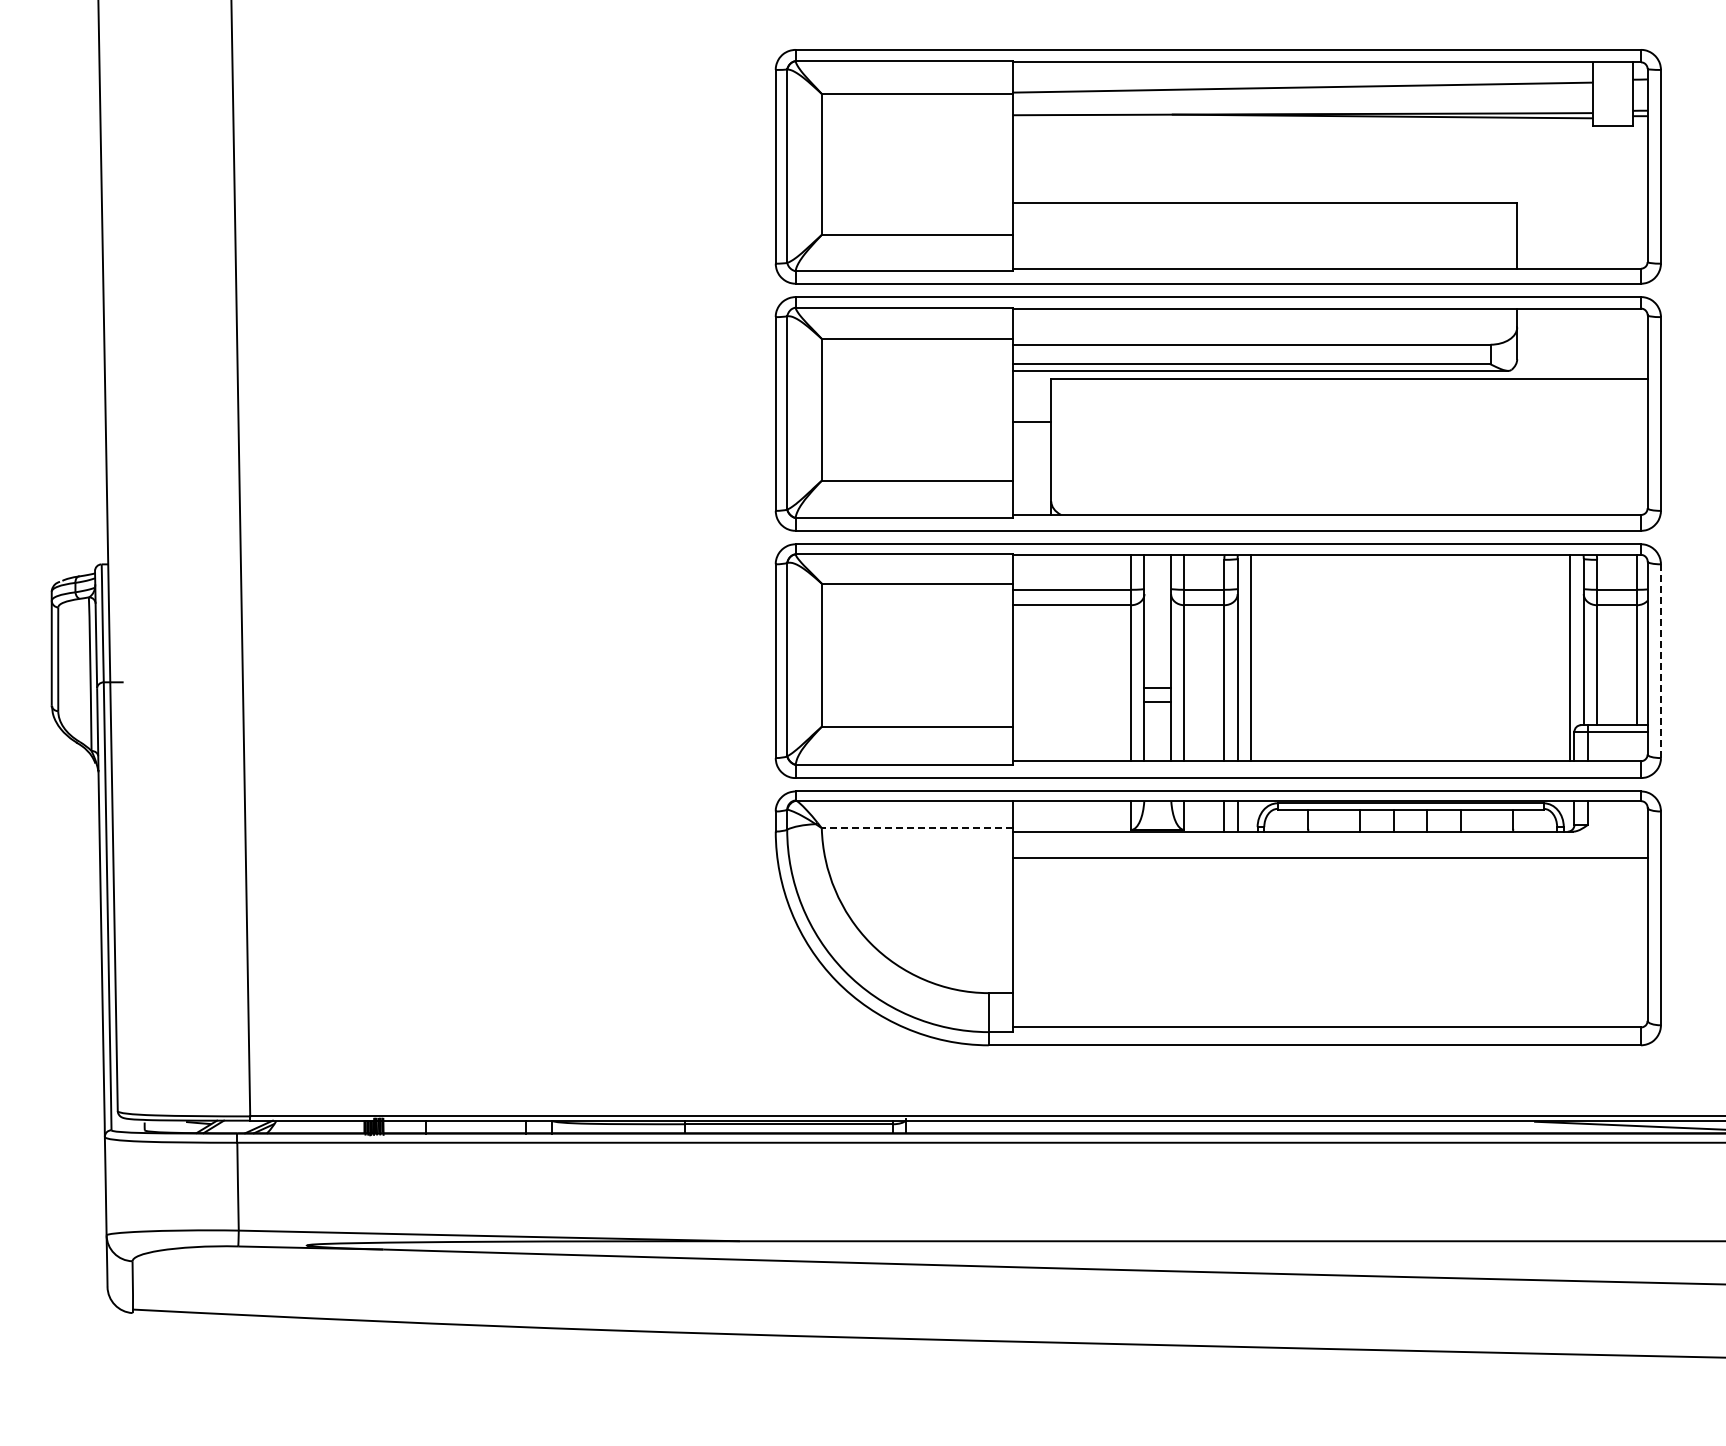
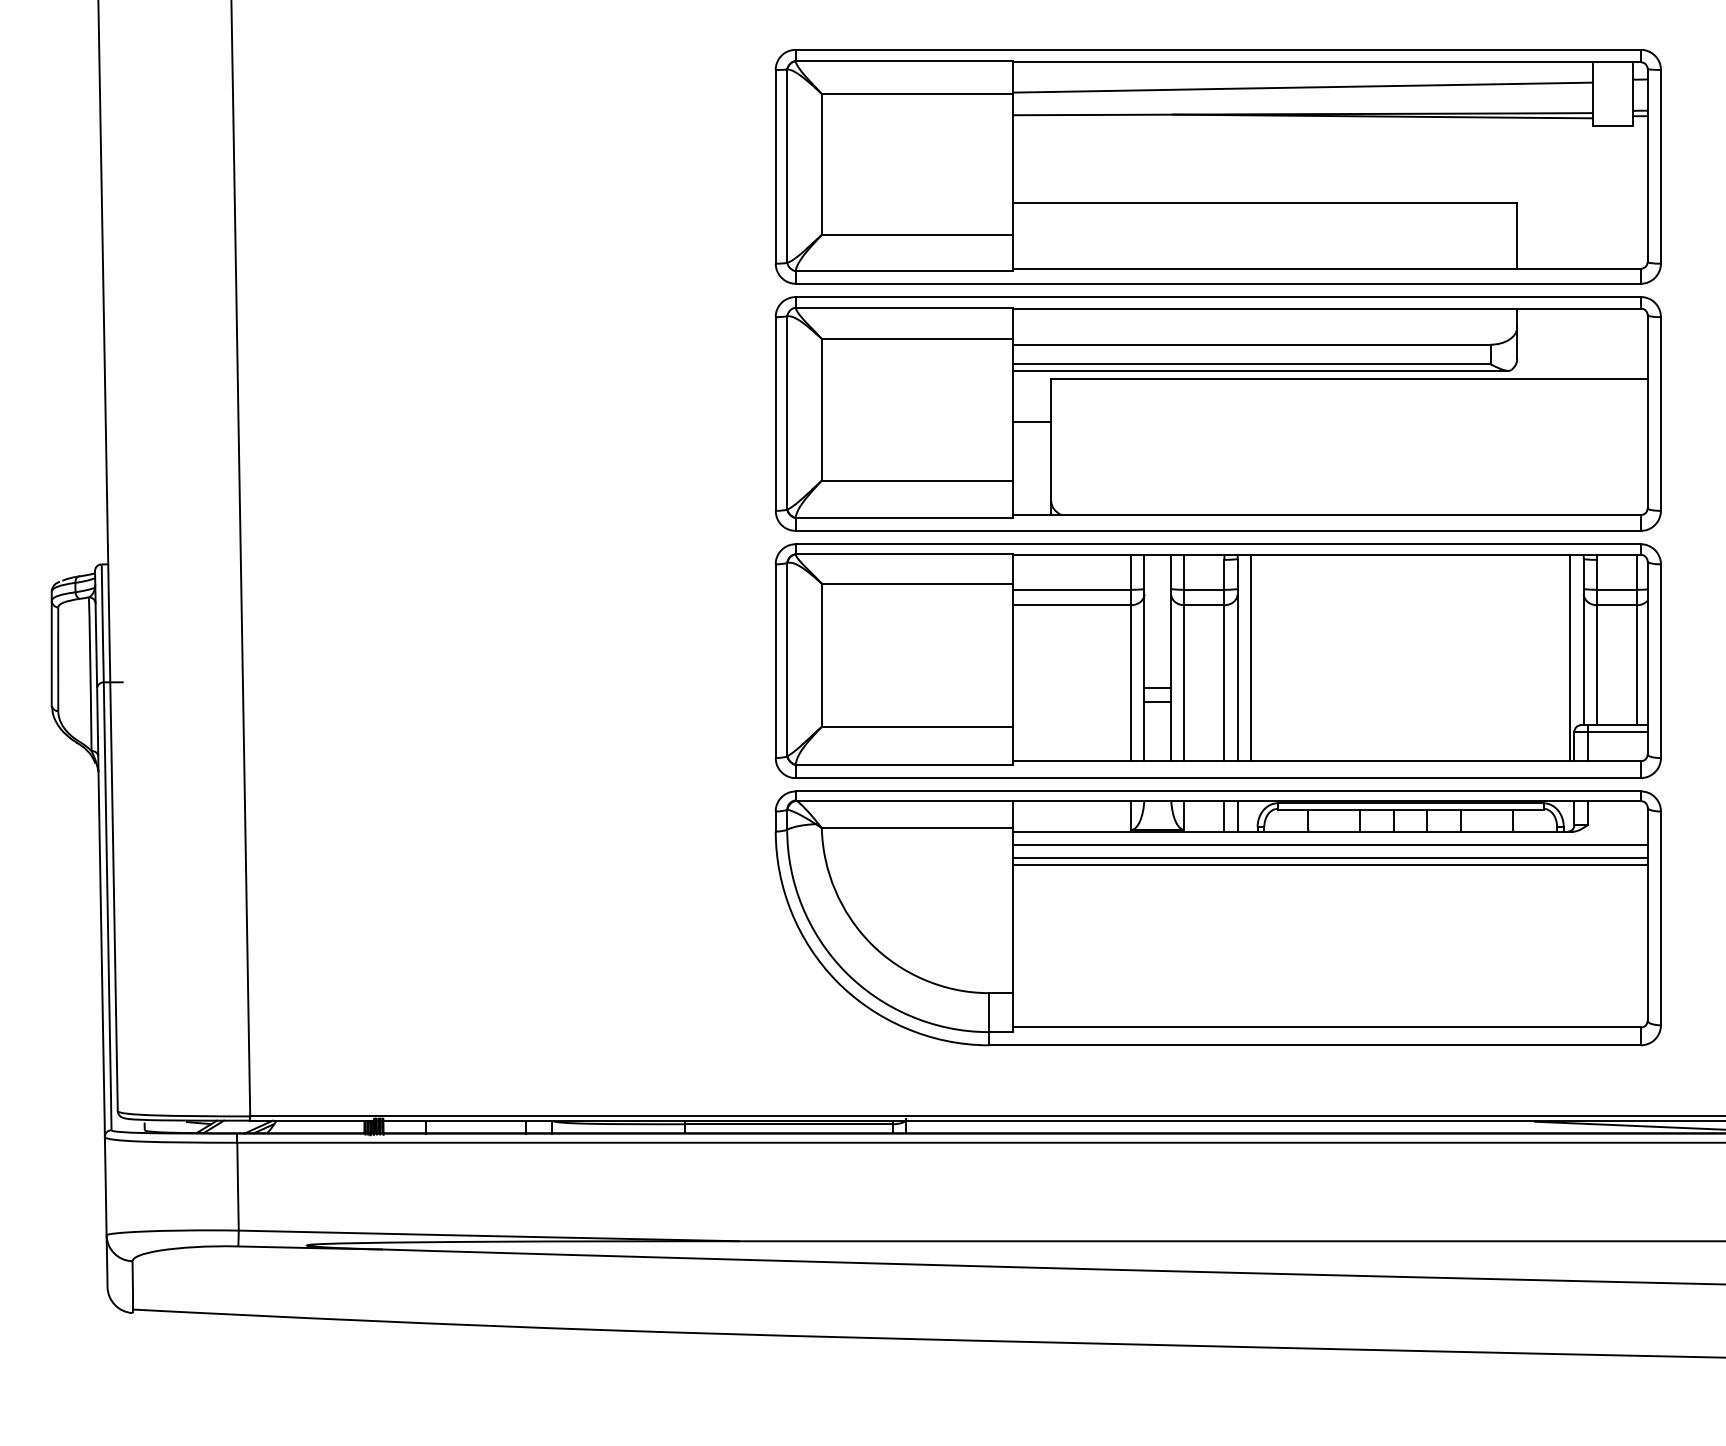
line at (1660, 661): dashed -> solid
line at (916, 828): dashed -> solid
line at (1329, 844): none -> present
line at (1329, 864): none -> present
